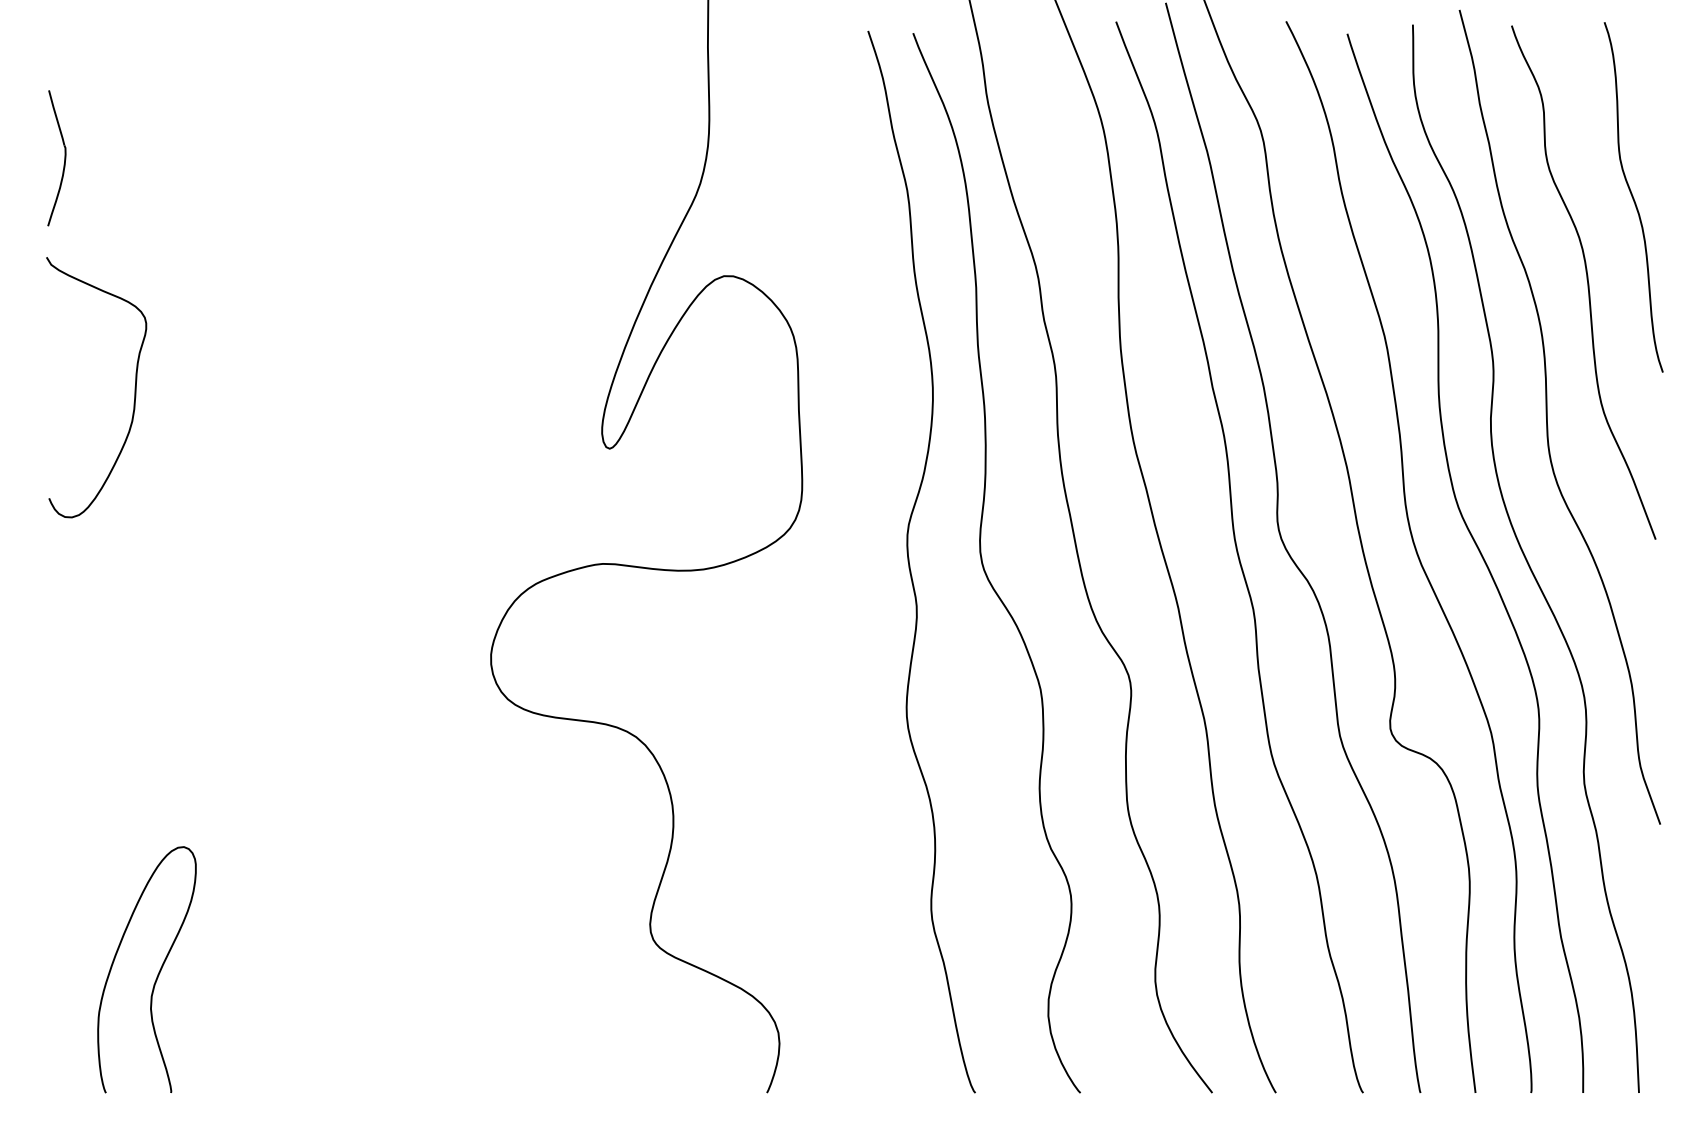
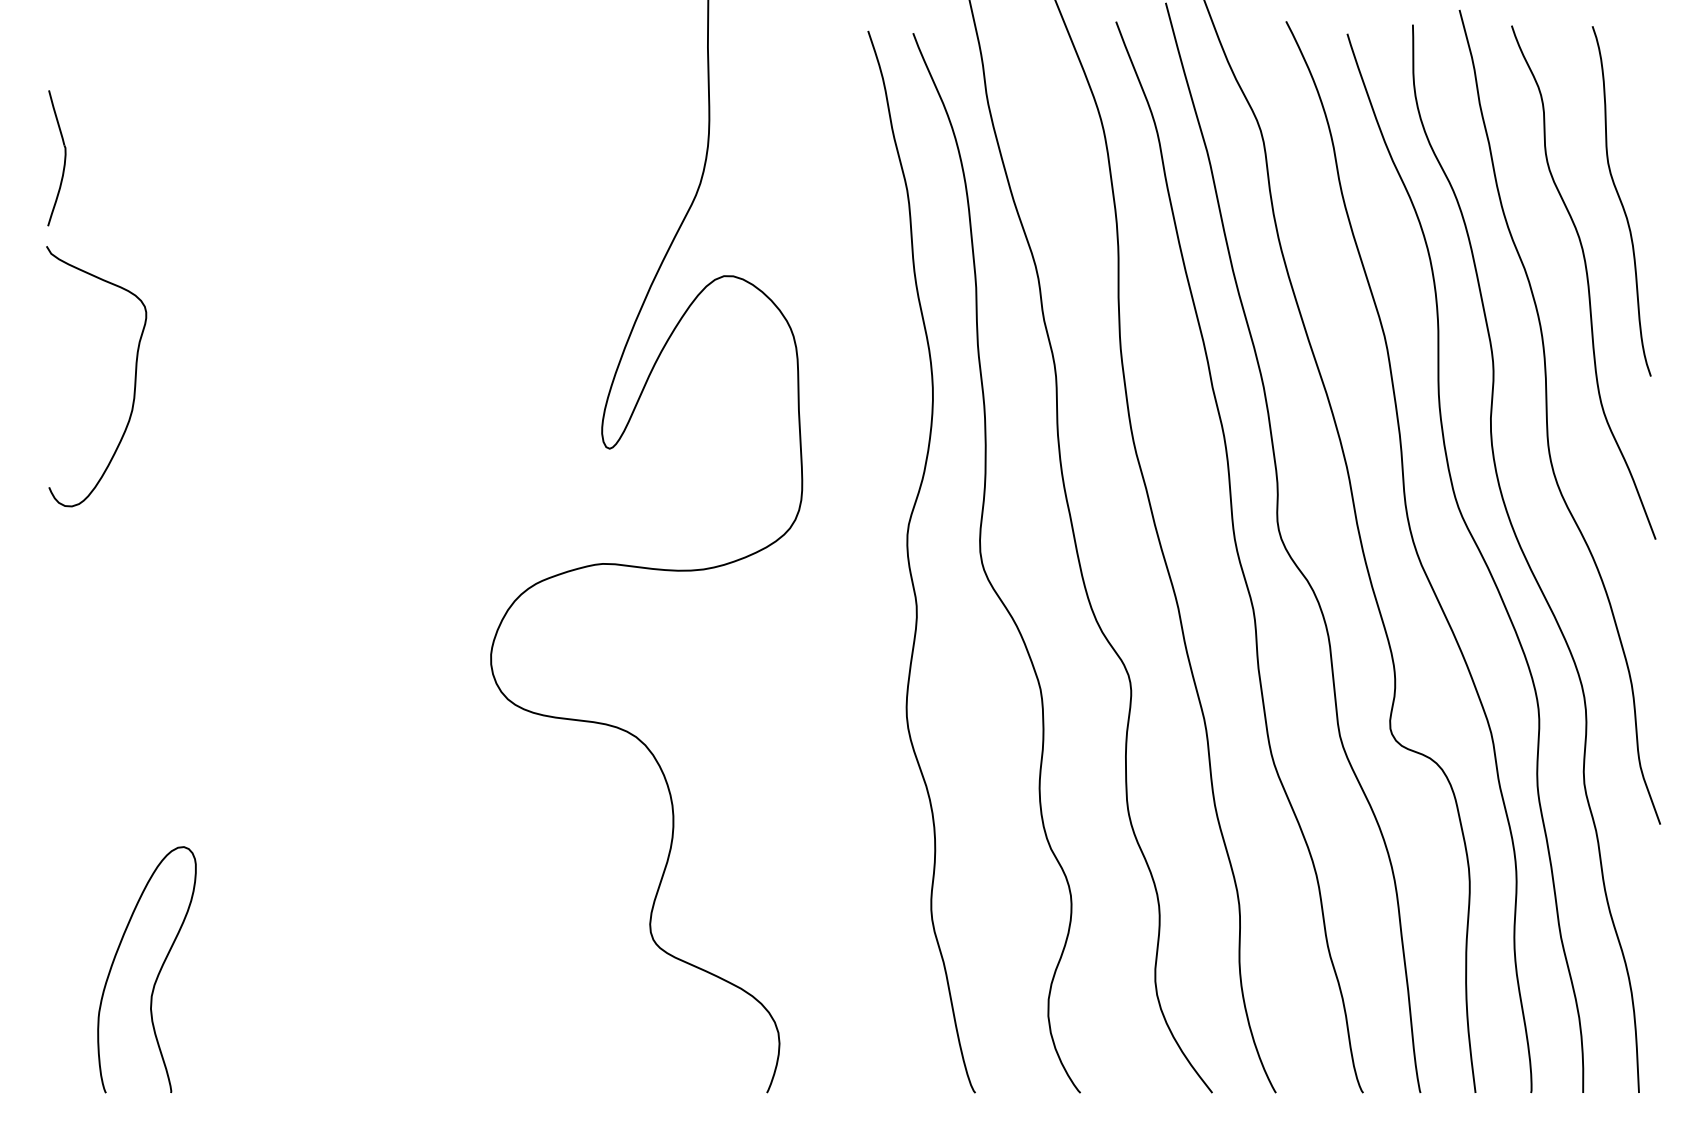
curve at (1633, 197) position: (1633, 197) -> (1621, 201)
curve at (134, 387) position: (134, 387) -> (134, 376)
